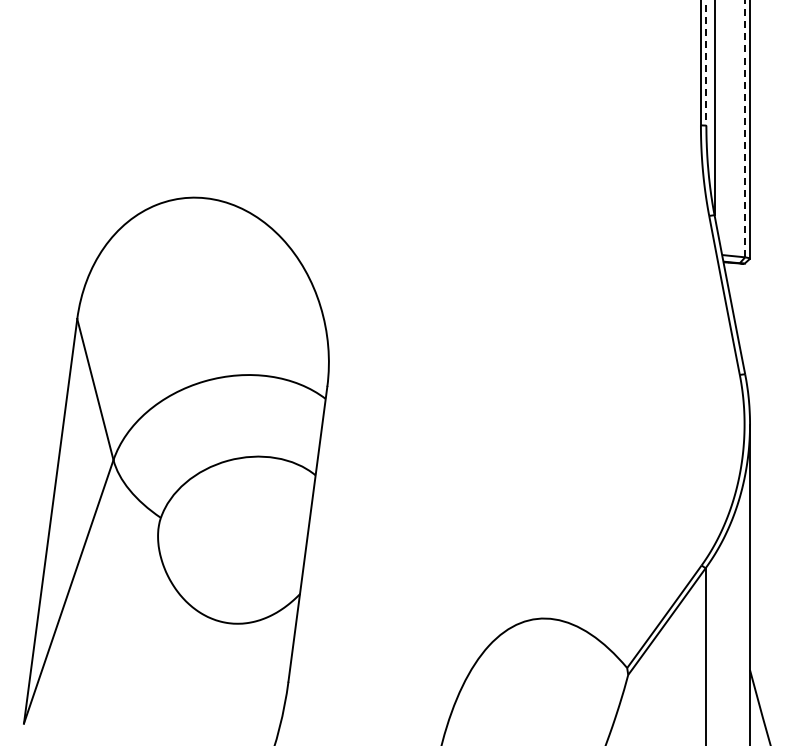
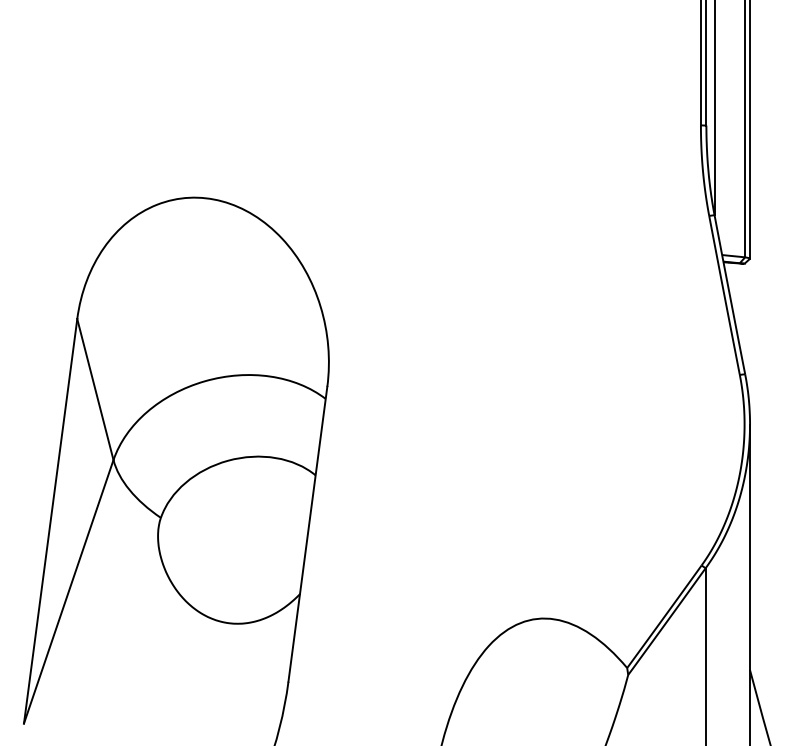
line at (706, 63): dashed -> solid
line at (745, 128): dashed -> solid
